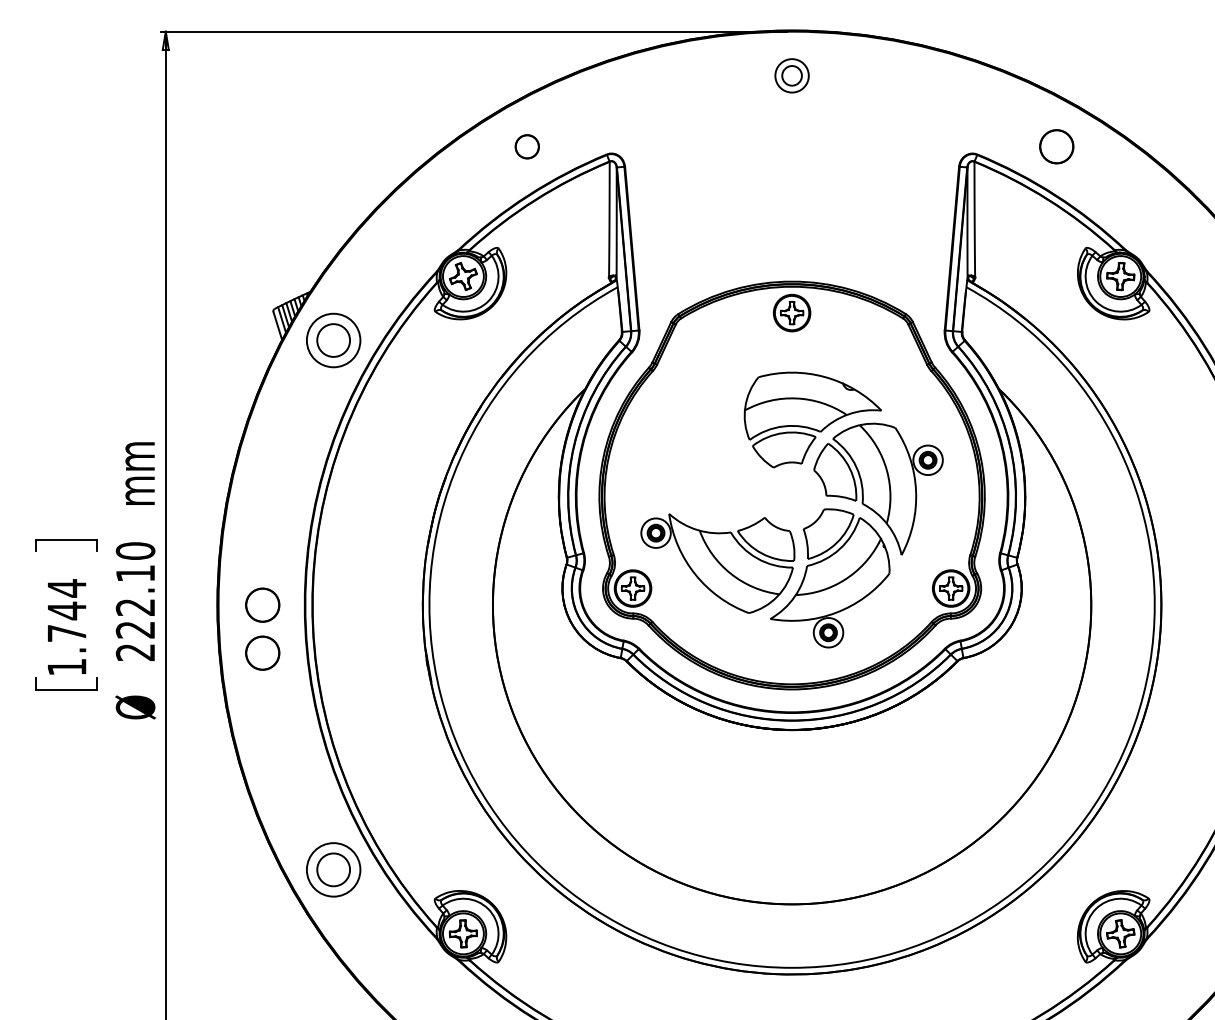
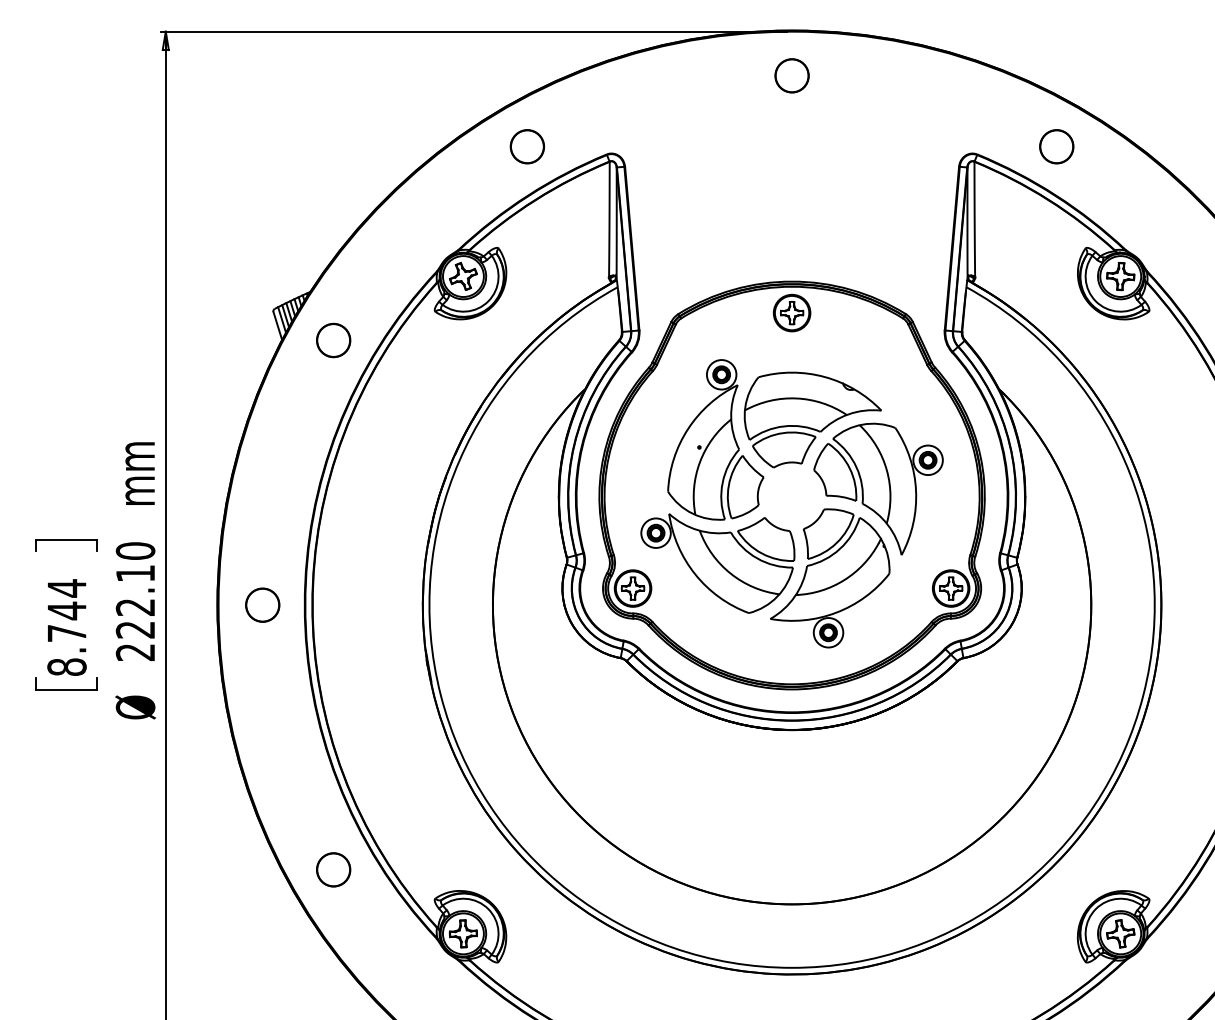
circle at (791, 75) diameter: 20 px -> 33 px
circle at (526, 146) size: 26x26 px -> 36x36 px
circle at (333, 340) diameter: 54 px -> 33 px
part at (715, 439): none -> present
circle at (262, 652): present -> none
text at (66, 666): 1.744 -> 8.744
circle at (333, 869) diameter: 54 px -> 33 px
